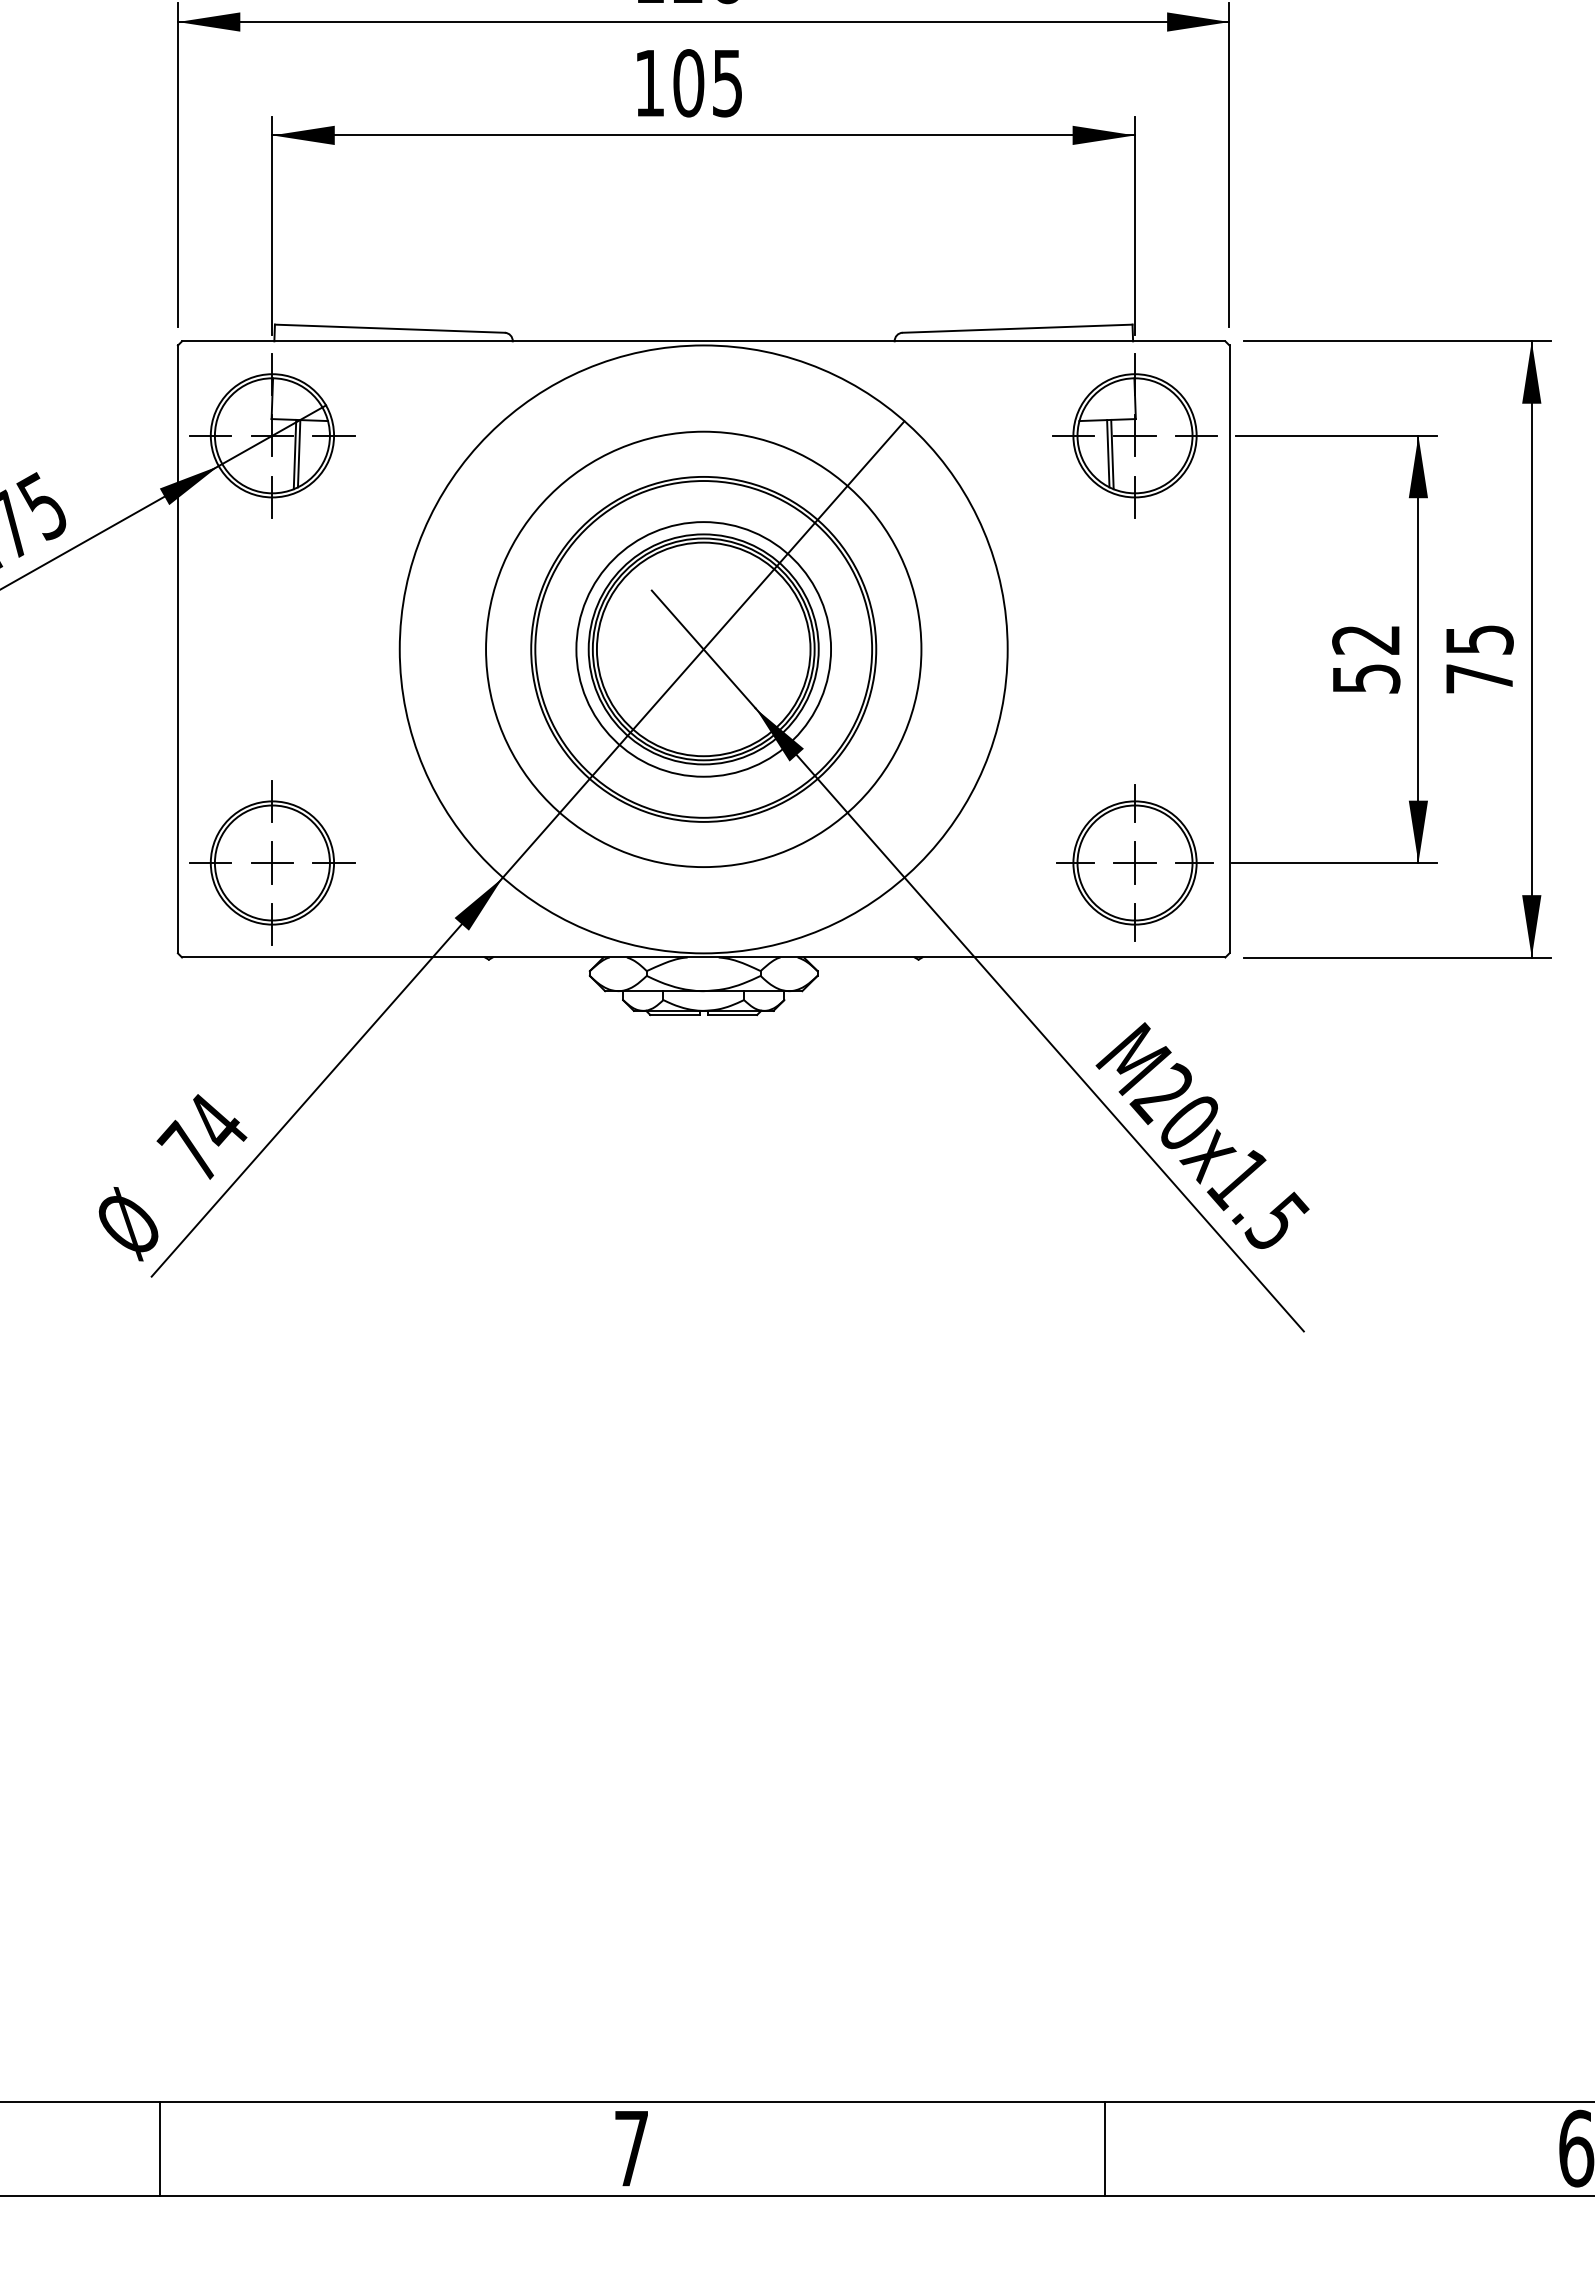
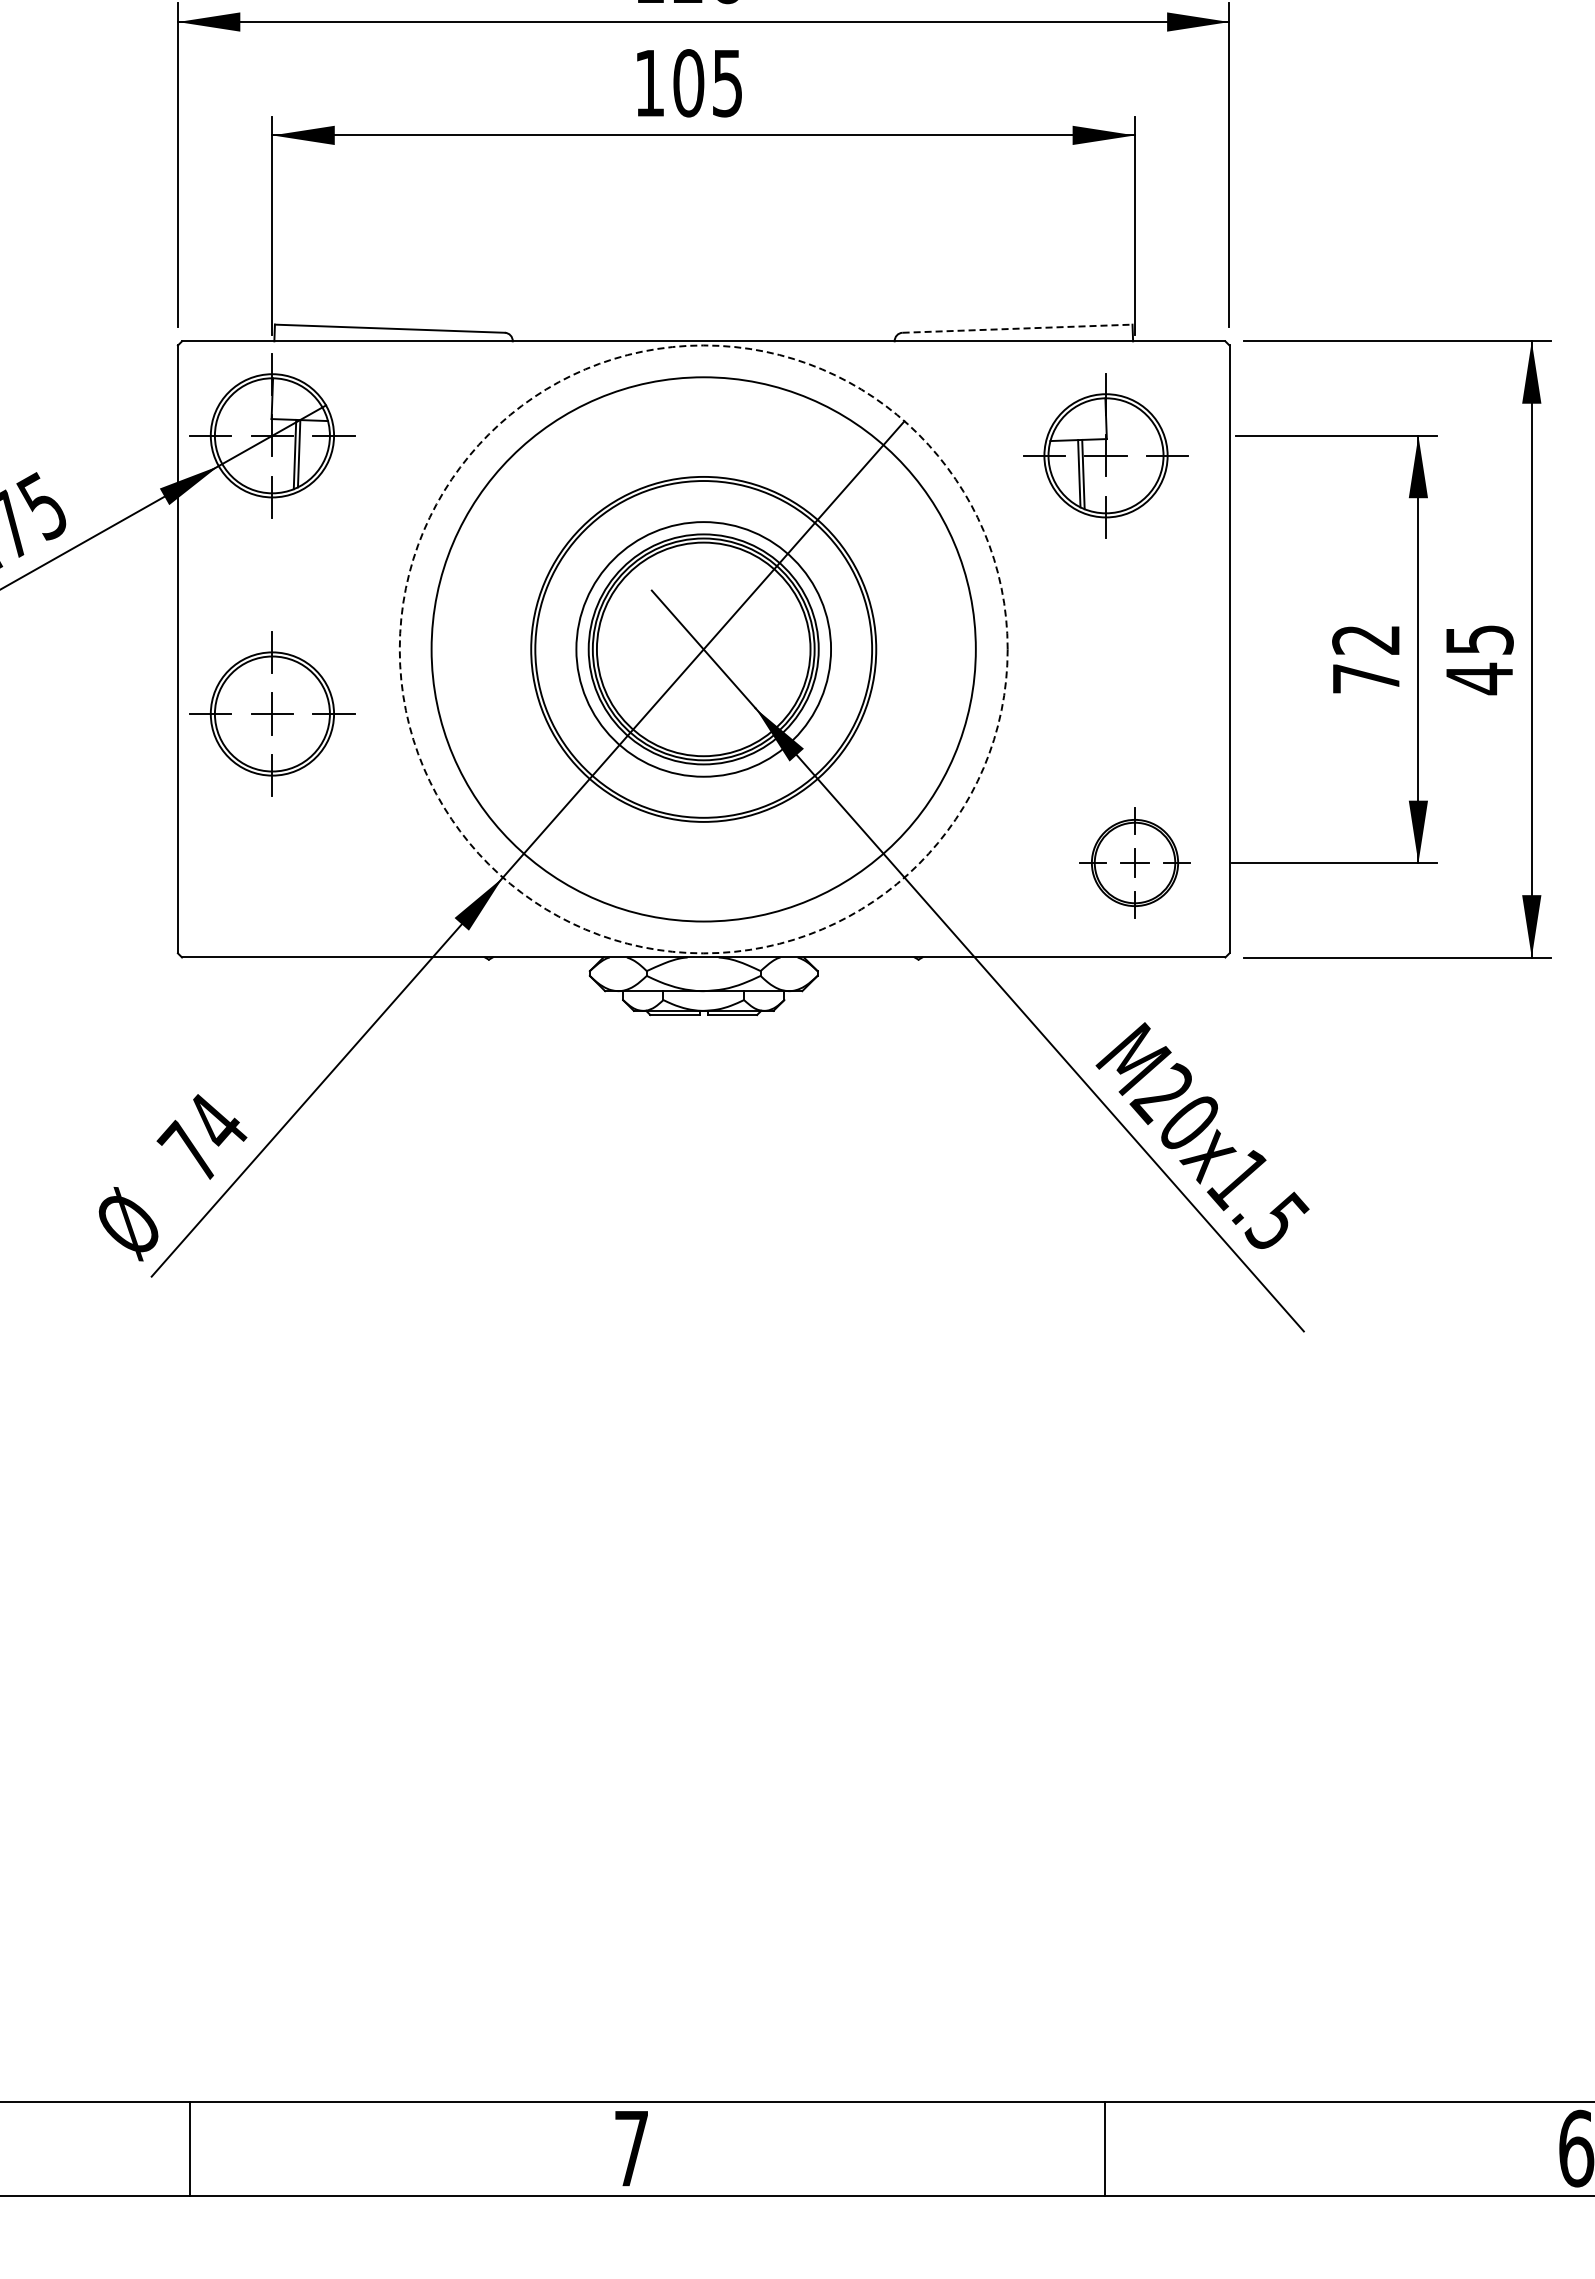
line at (1018, 328): solid -> dashed
part at (1134, 435) position: (1134, 435) -> (1105, 455)
circle at (703, 649) diameter: 435 px -> 544 px
circle at (703, 649): solid -> dashed
text at (1366, 678): 52 -> 72
text at (1479, 678): 75 -> 45
part at (272, 862) position: (272, 862) -> (272, 713)
part at (1134, 862) size: 158x158 px -> 112x112 px
line at (160, 2148) position: (160, 2148) -> (190, 2148)
